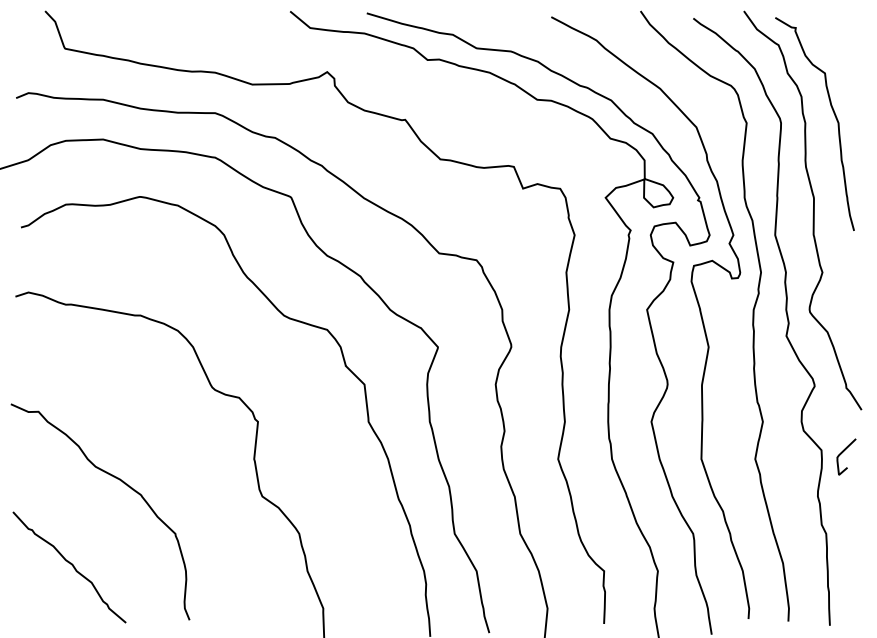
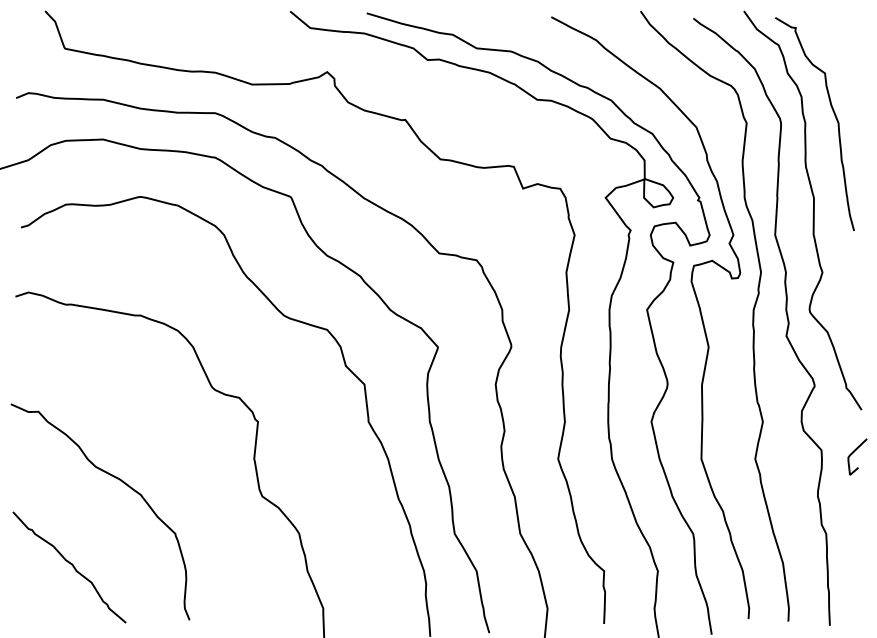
curve at (843, 452) position: (843, 452) -> (854, 452)
